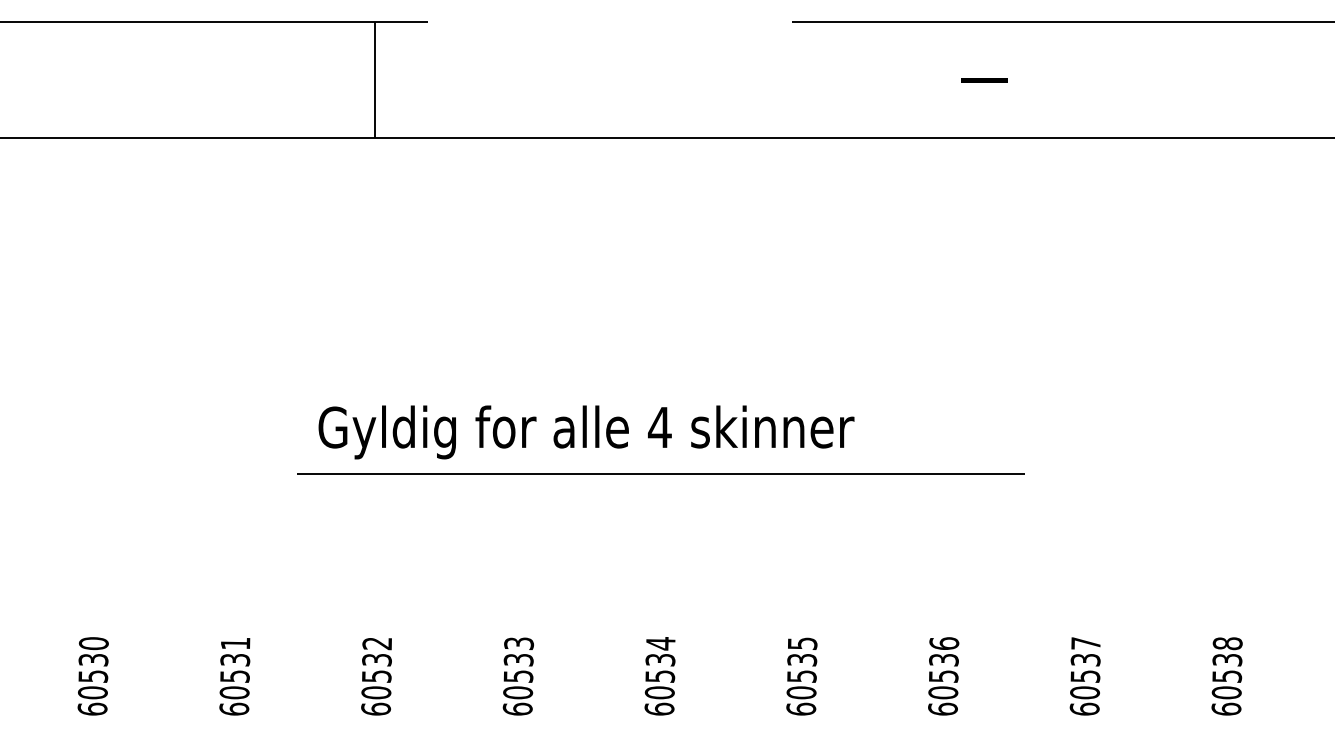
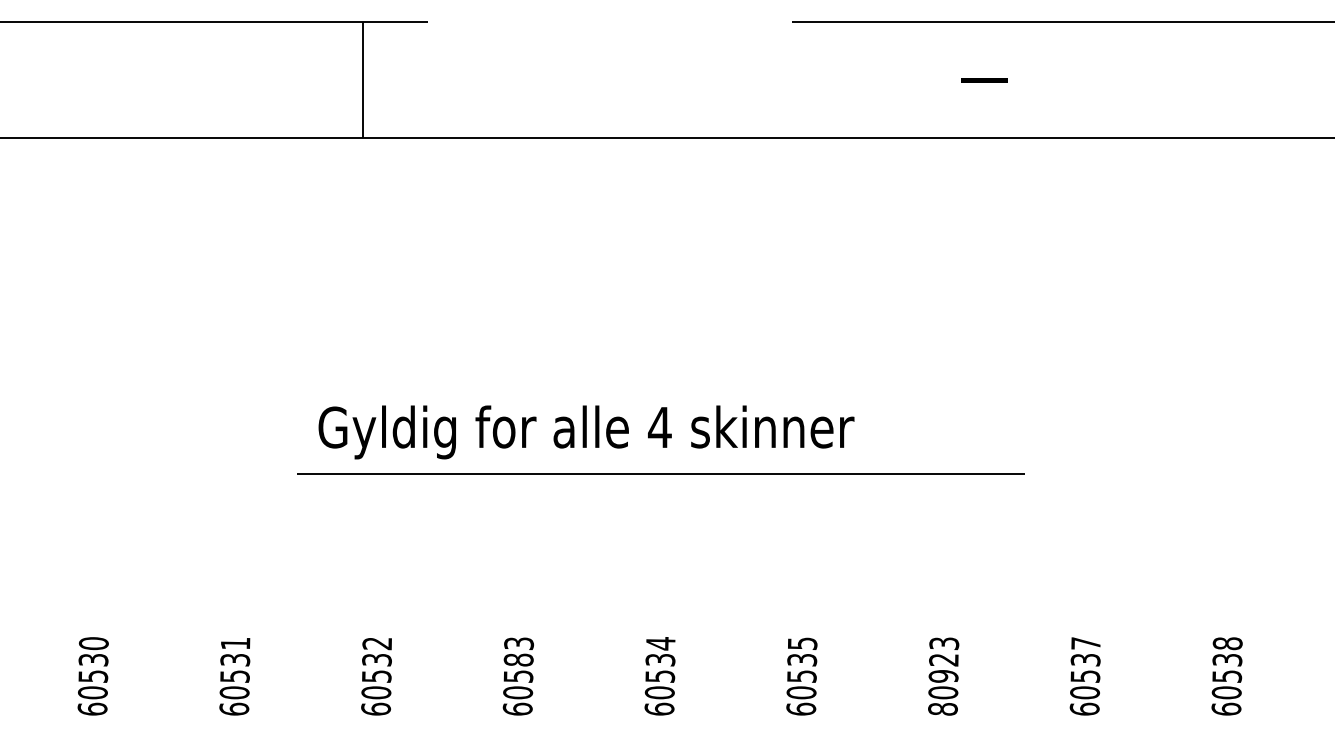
line at (374, 80) position: (374, 80) -> (362, 80)
text at (518, 659): 60533 -> 60583
text at (943, 676): 60536 -> 80923
